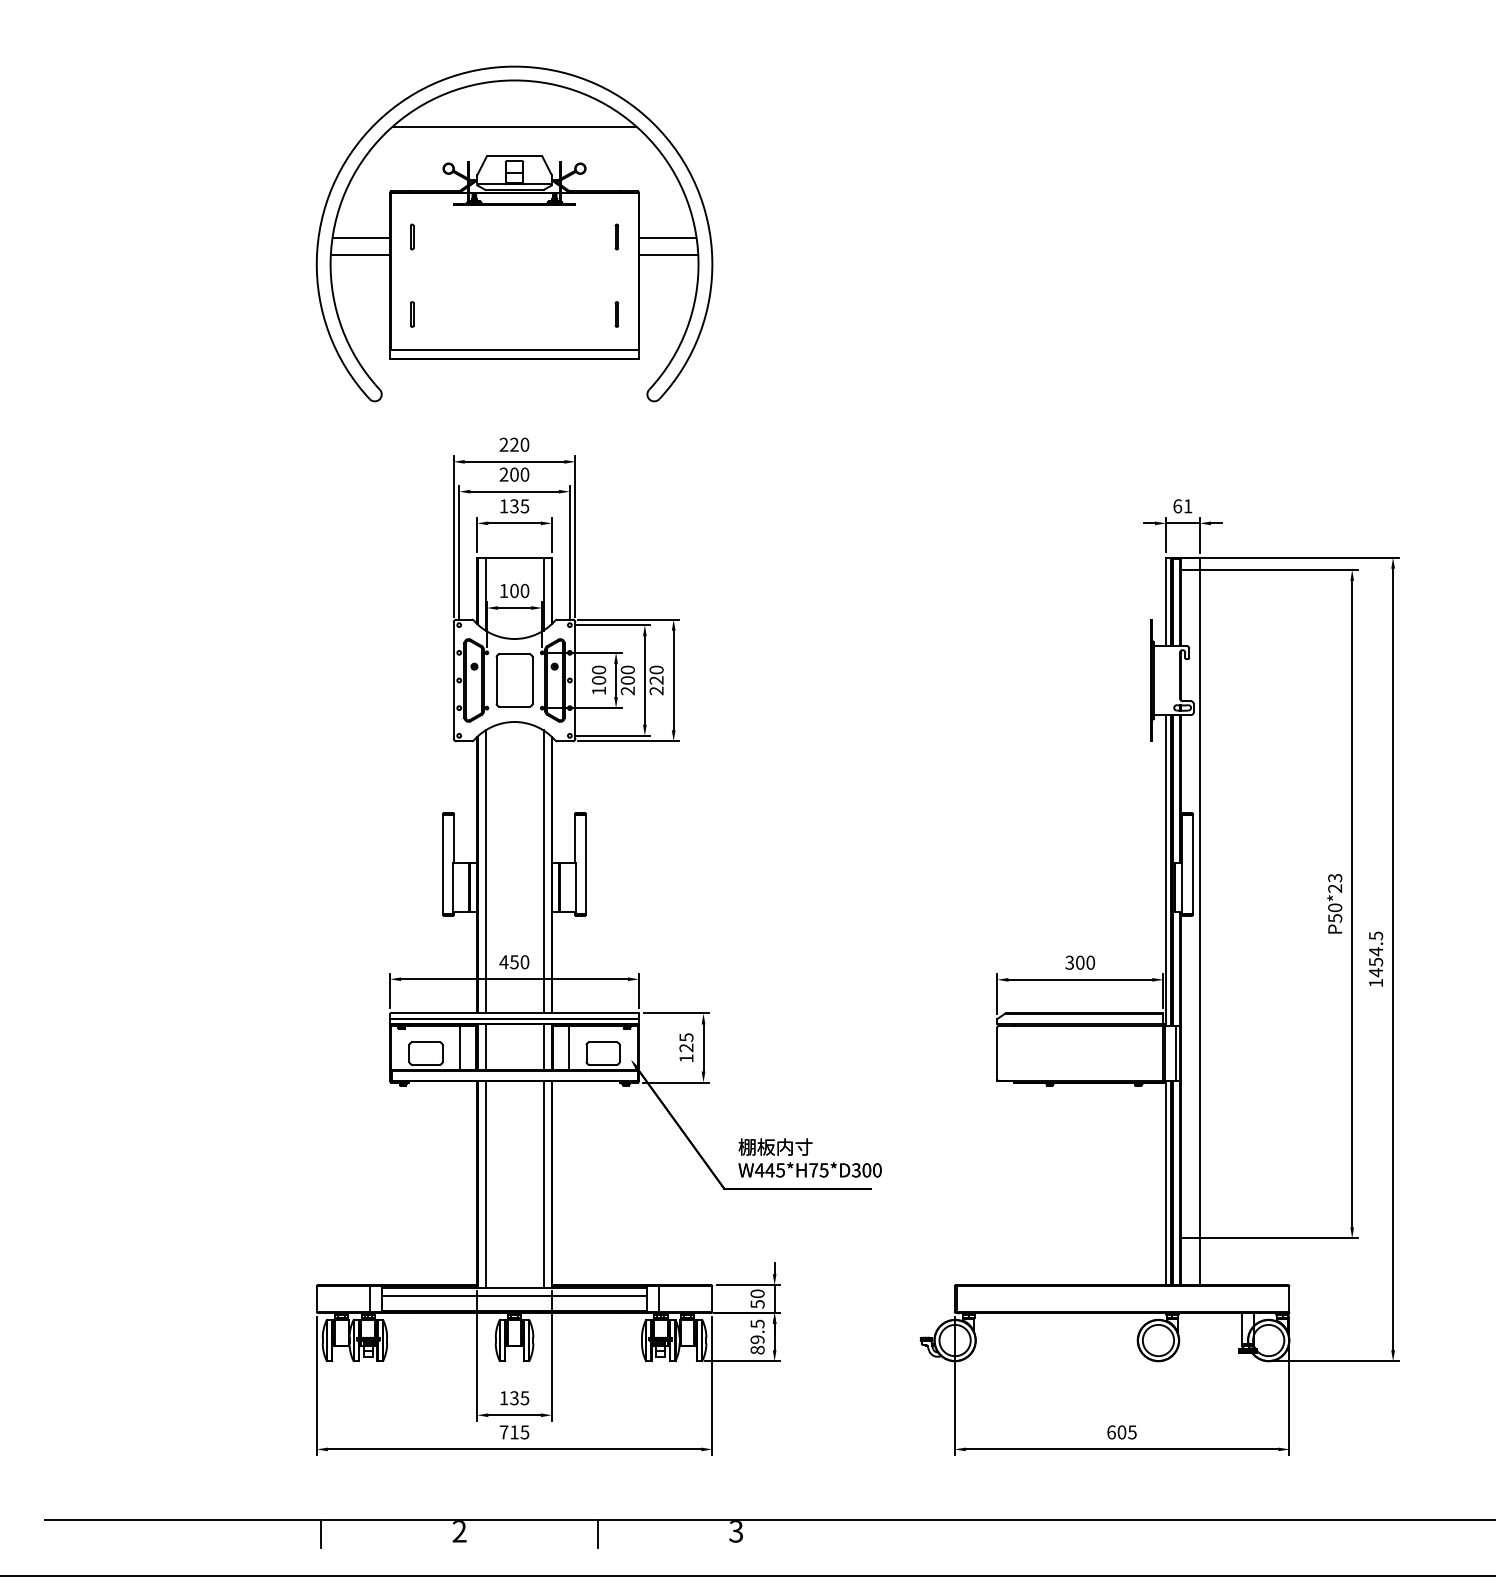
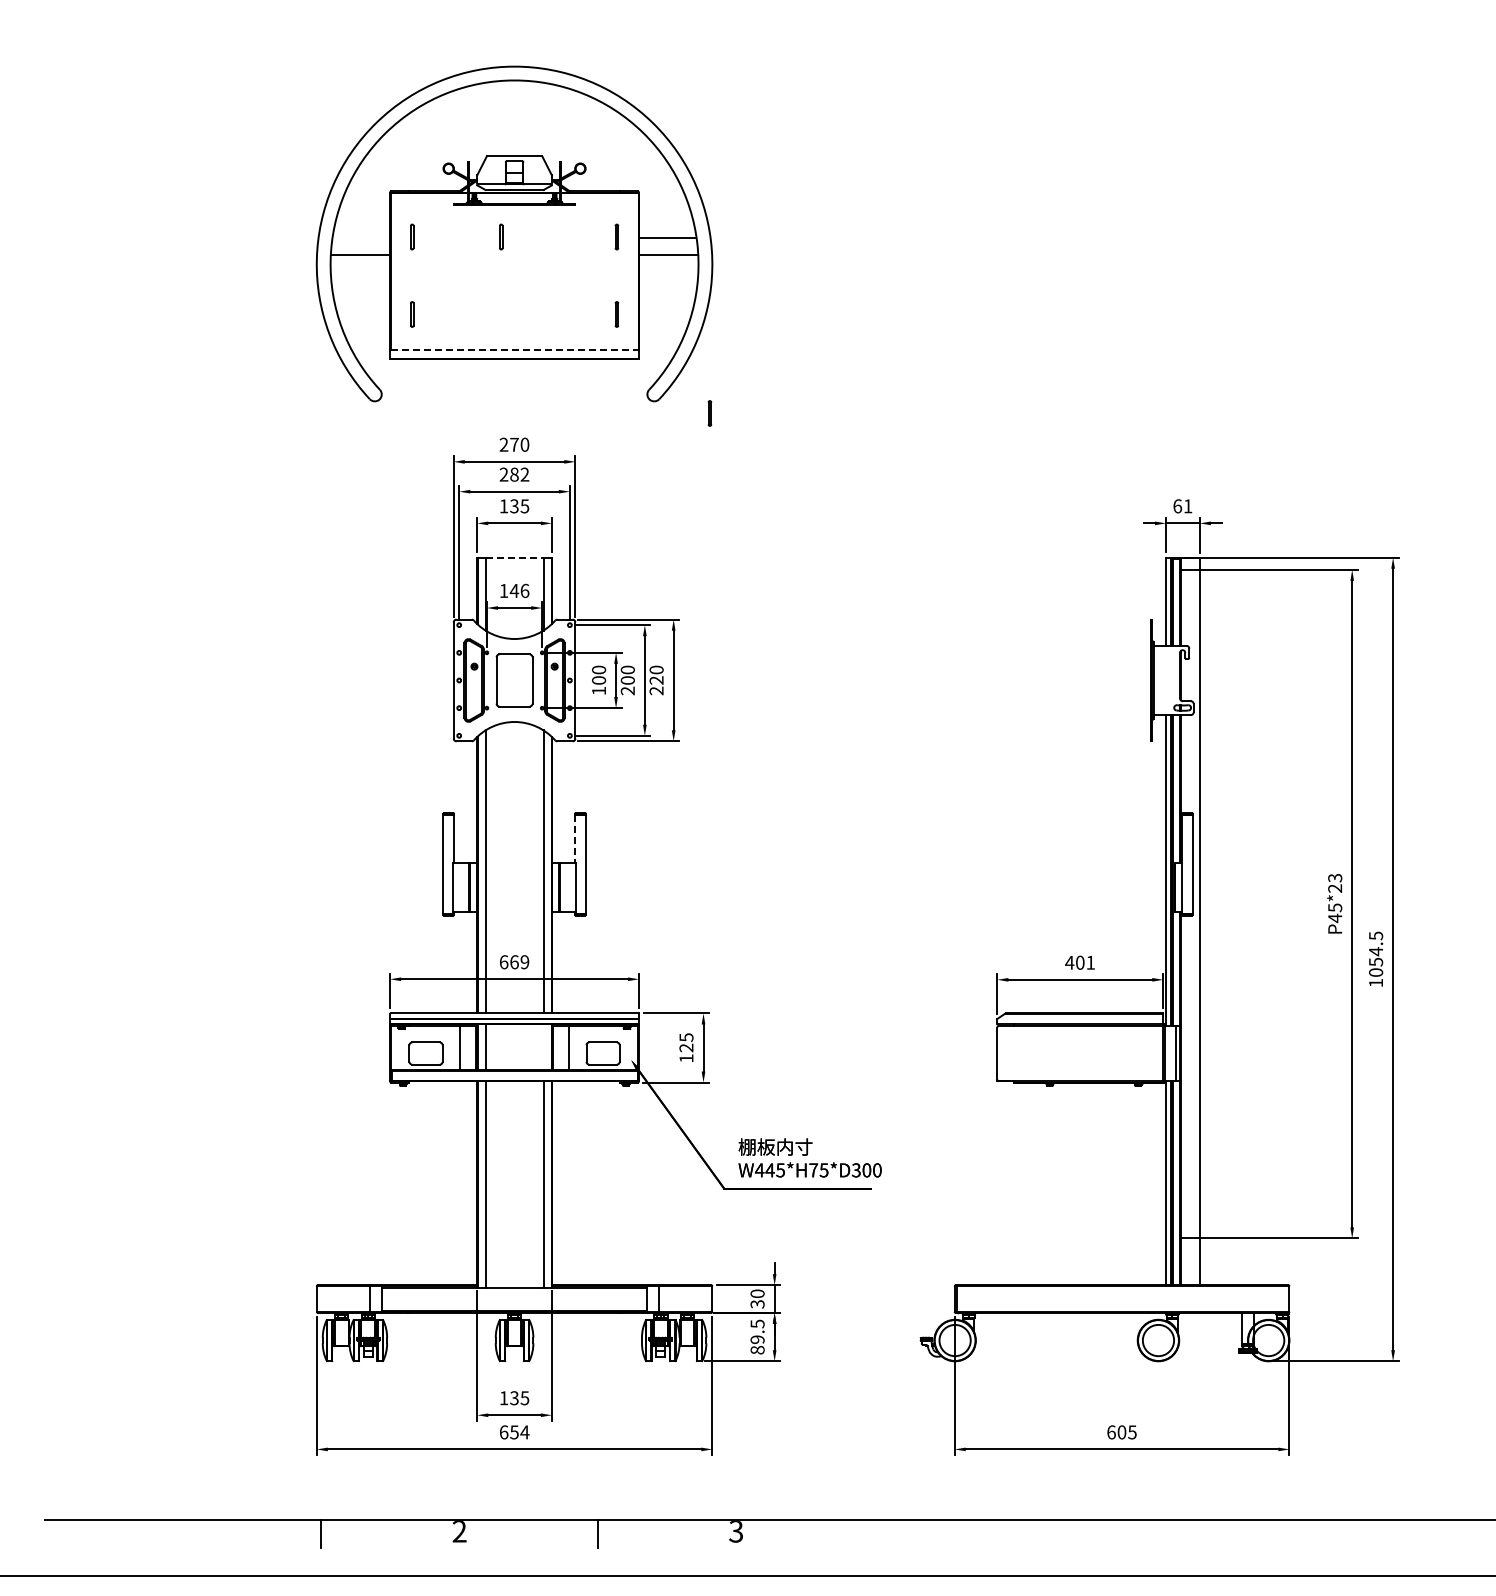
line at (514, 127): present -> none
line at (500, 236): none -> present
line at (361, 238): present -> none
line at (514, 350): solid -> dashed
part at (709, 413): none -> present
text at (514, 444): 220 -> 270
text at (519, 474): 200 -> 282
line at (515, 557): solid -> dashed
text at (519, 590): 100 -> 146
line at (575, 839): solid -> dashed
text at (1335, 913): P50*23 -> P45*23
text at (514, 962): 450 -> 669
text at (1080, 962): 300 -> 401
text at (1376, 972): 1454.5 -> 1054.5
line at (543, 1047): present -> none
line at (514, 1296): present -> none
text at (757, 1304): 50 -> 30
text at (514, 1432): 715 -> 654
